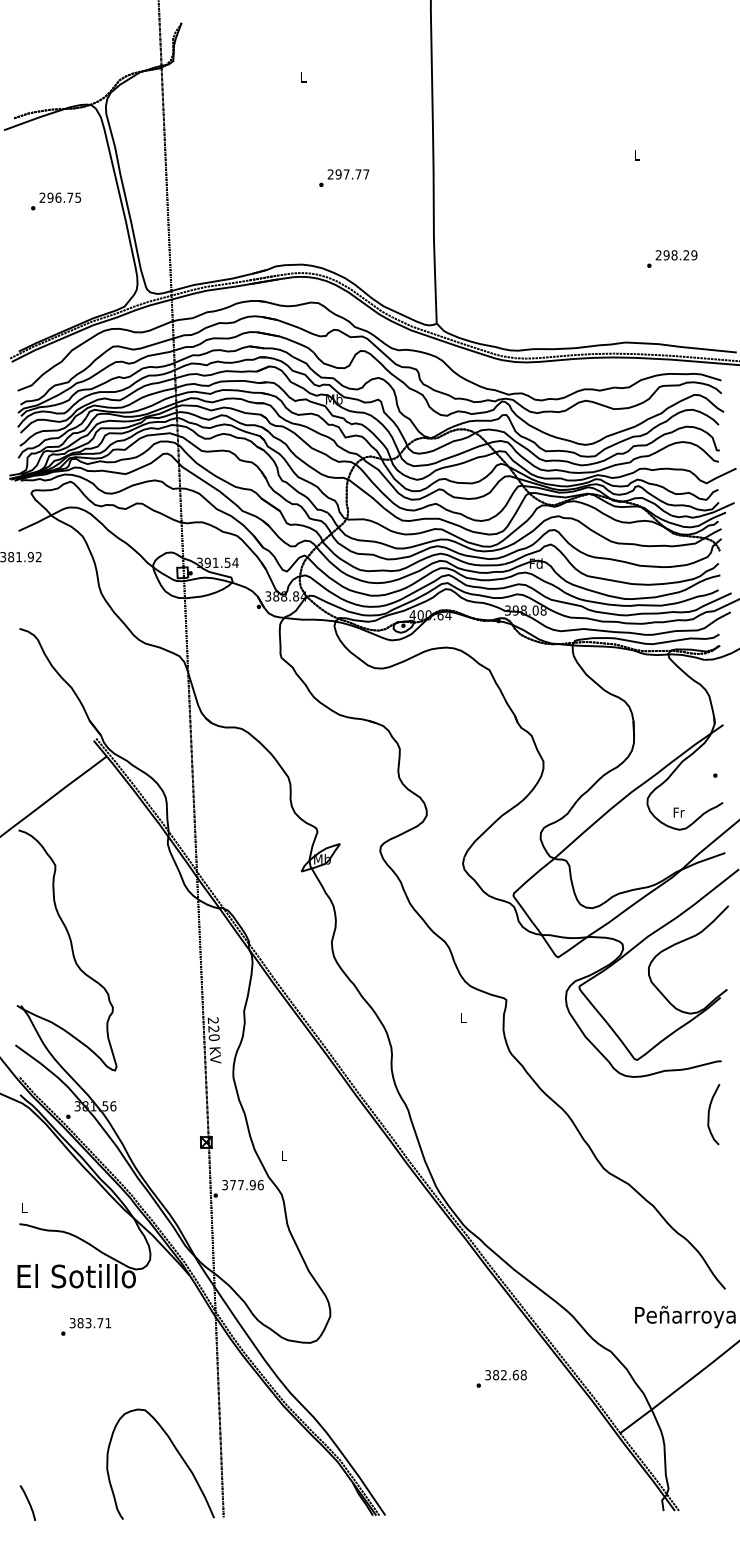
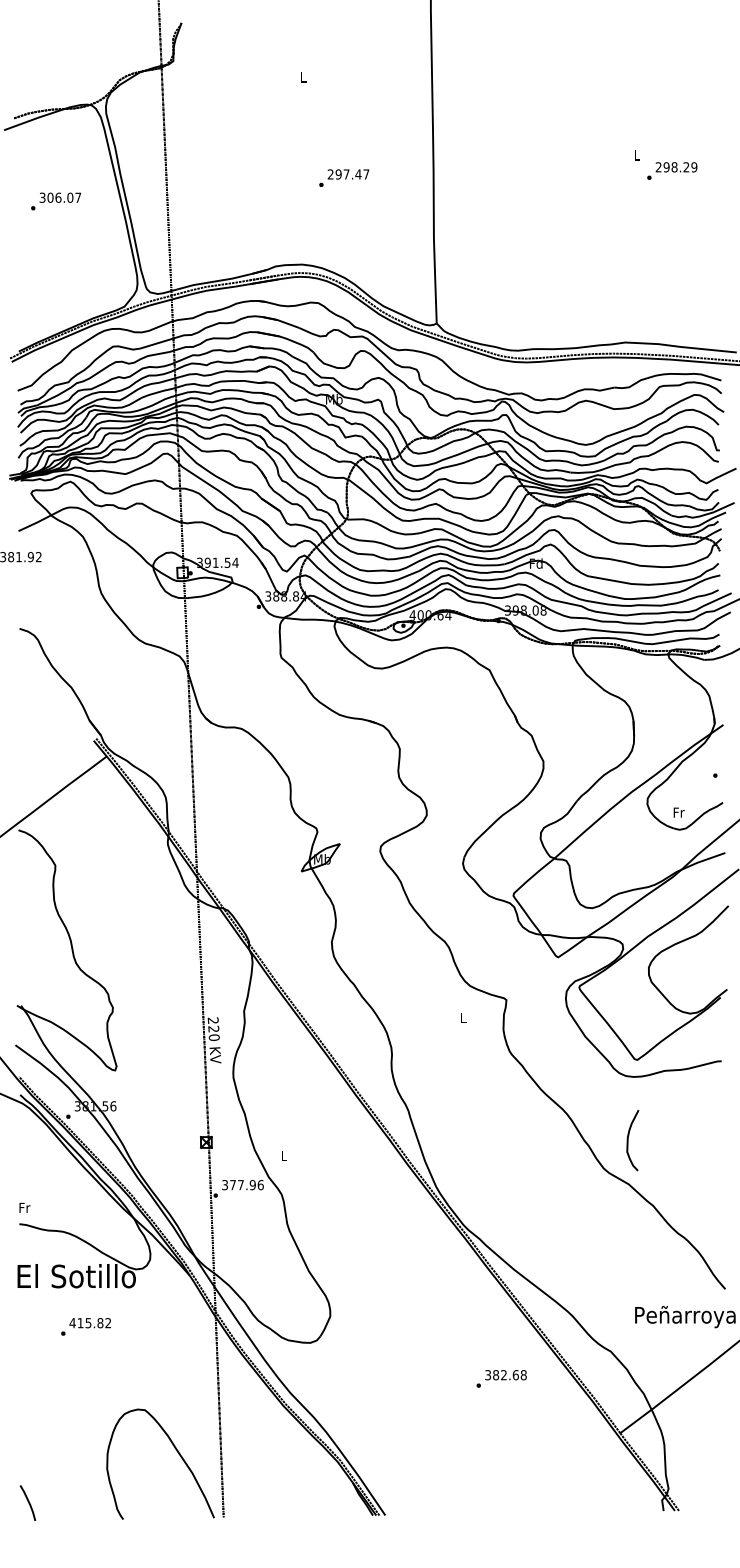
text at (358, 174): 297.77 -> 297.47
text at (60, 197): 296.75 -> 306.07
text at (672, 258) position: (672, 258) -> (672, 170)
curve at (709, 1114) position: (709, 1114) -> (628, 1140)
text at (24, 1207): L -> Fr
text at (89, 1323): 383.71 -> 415.82
